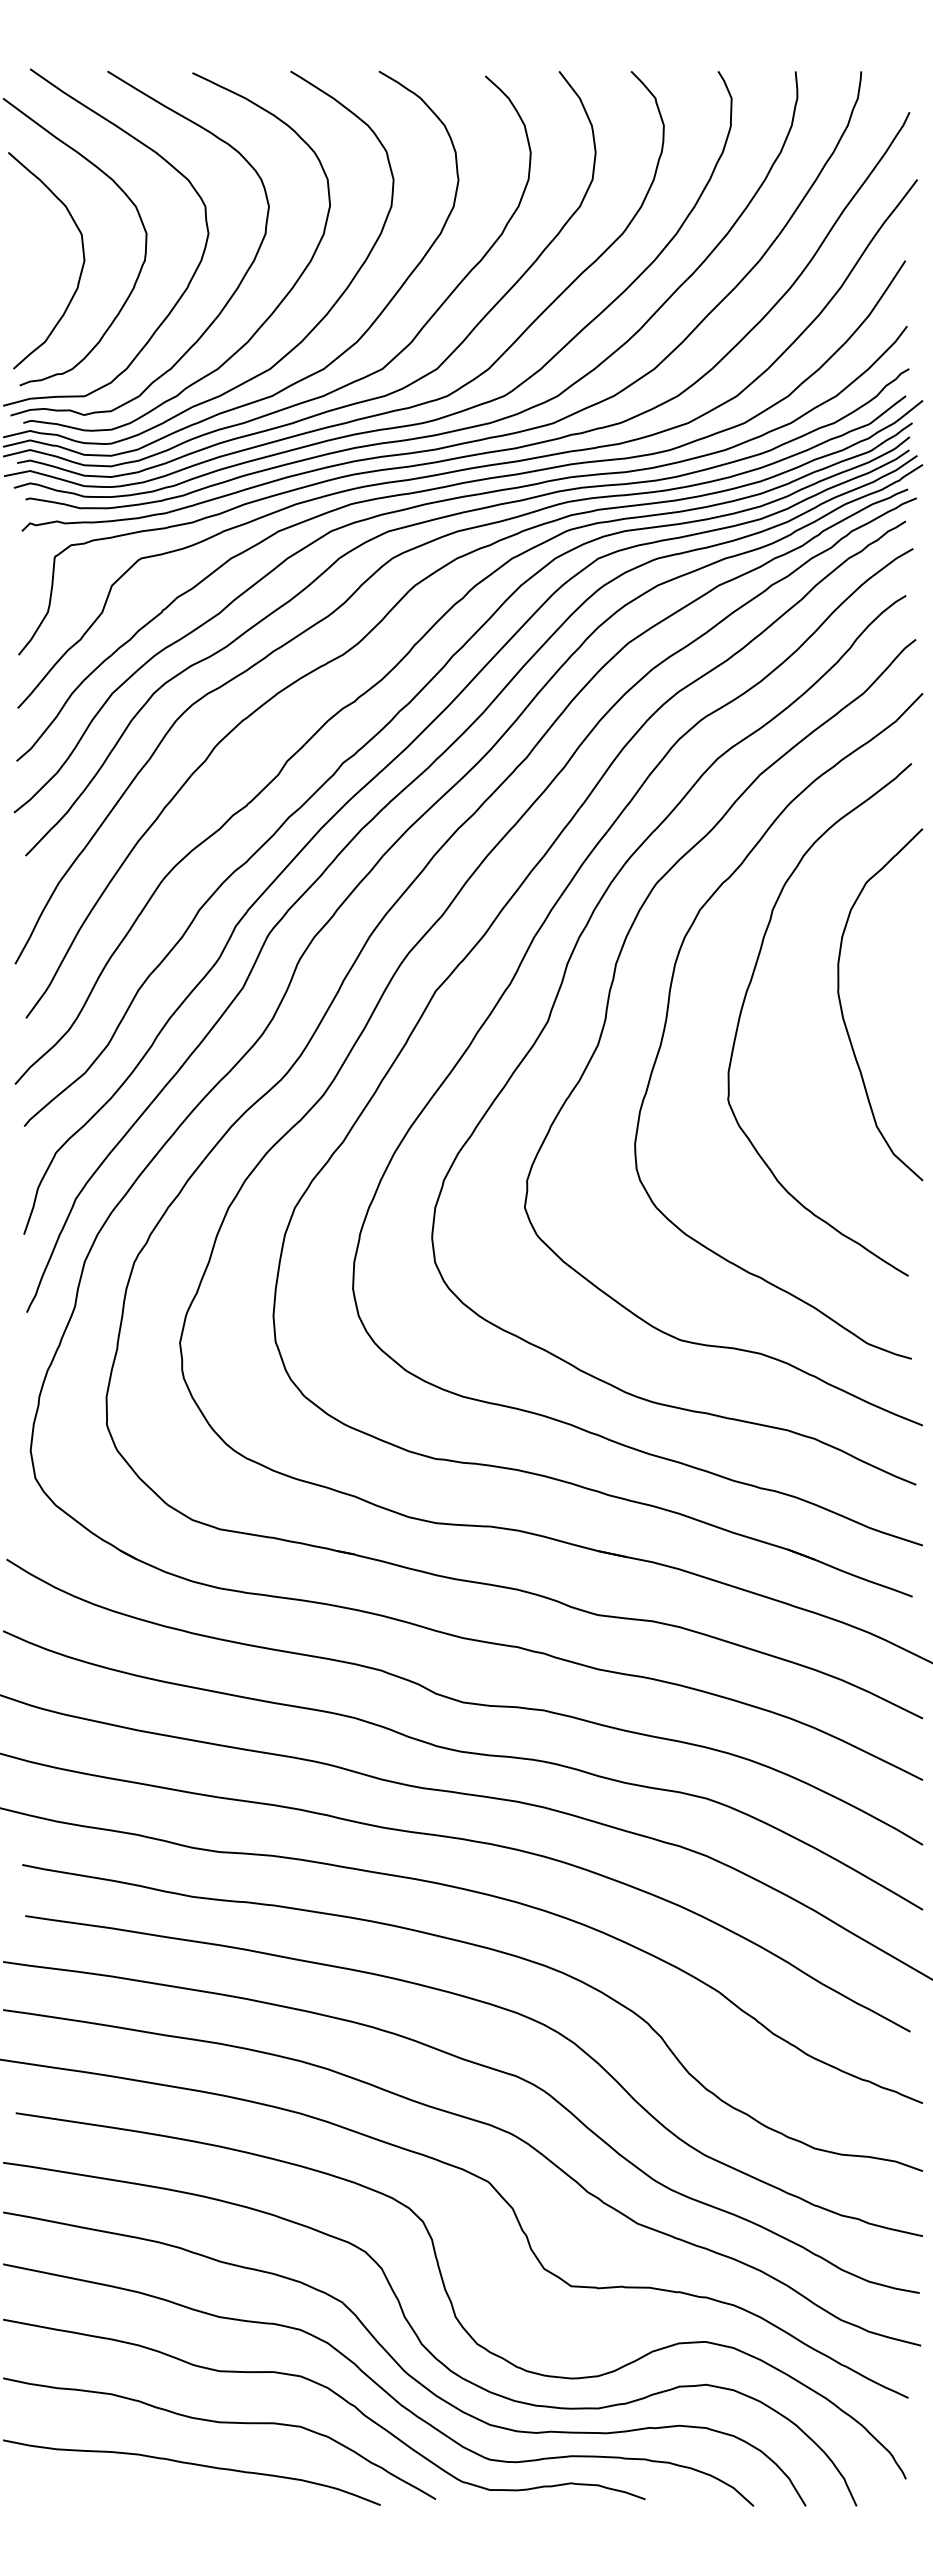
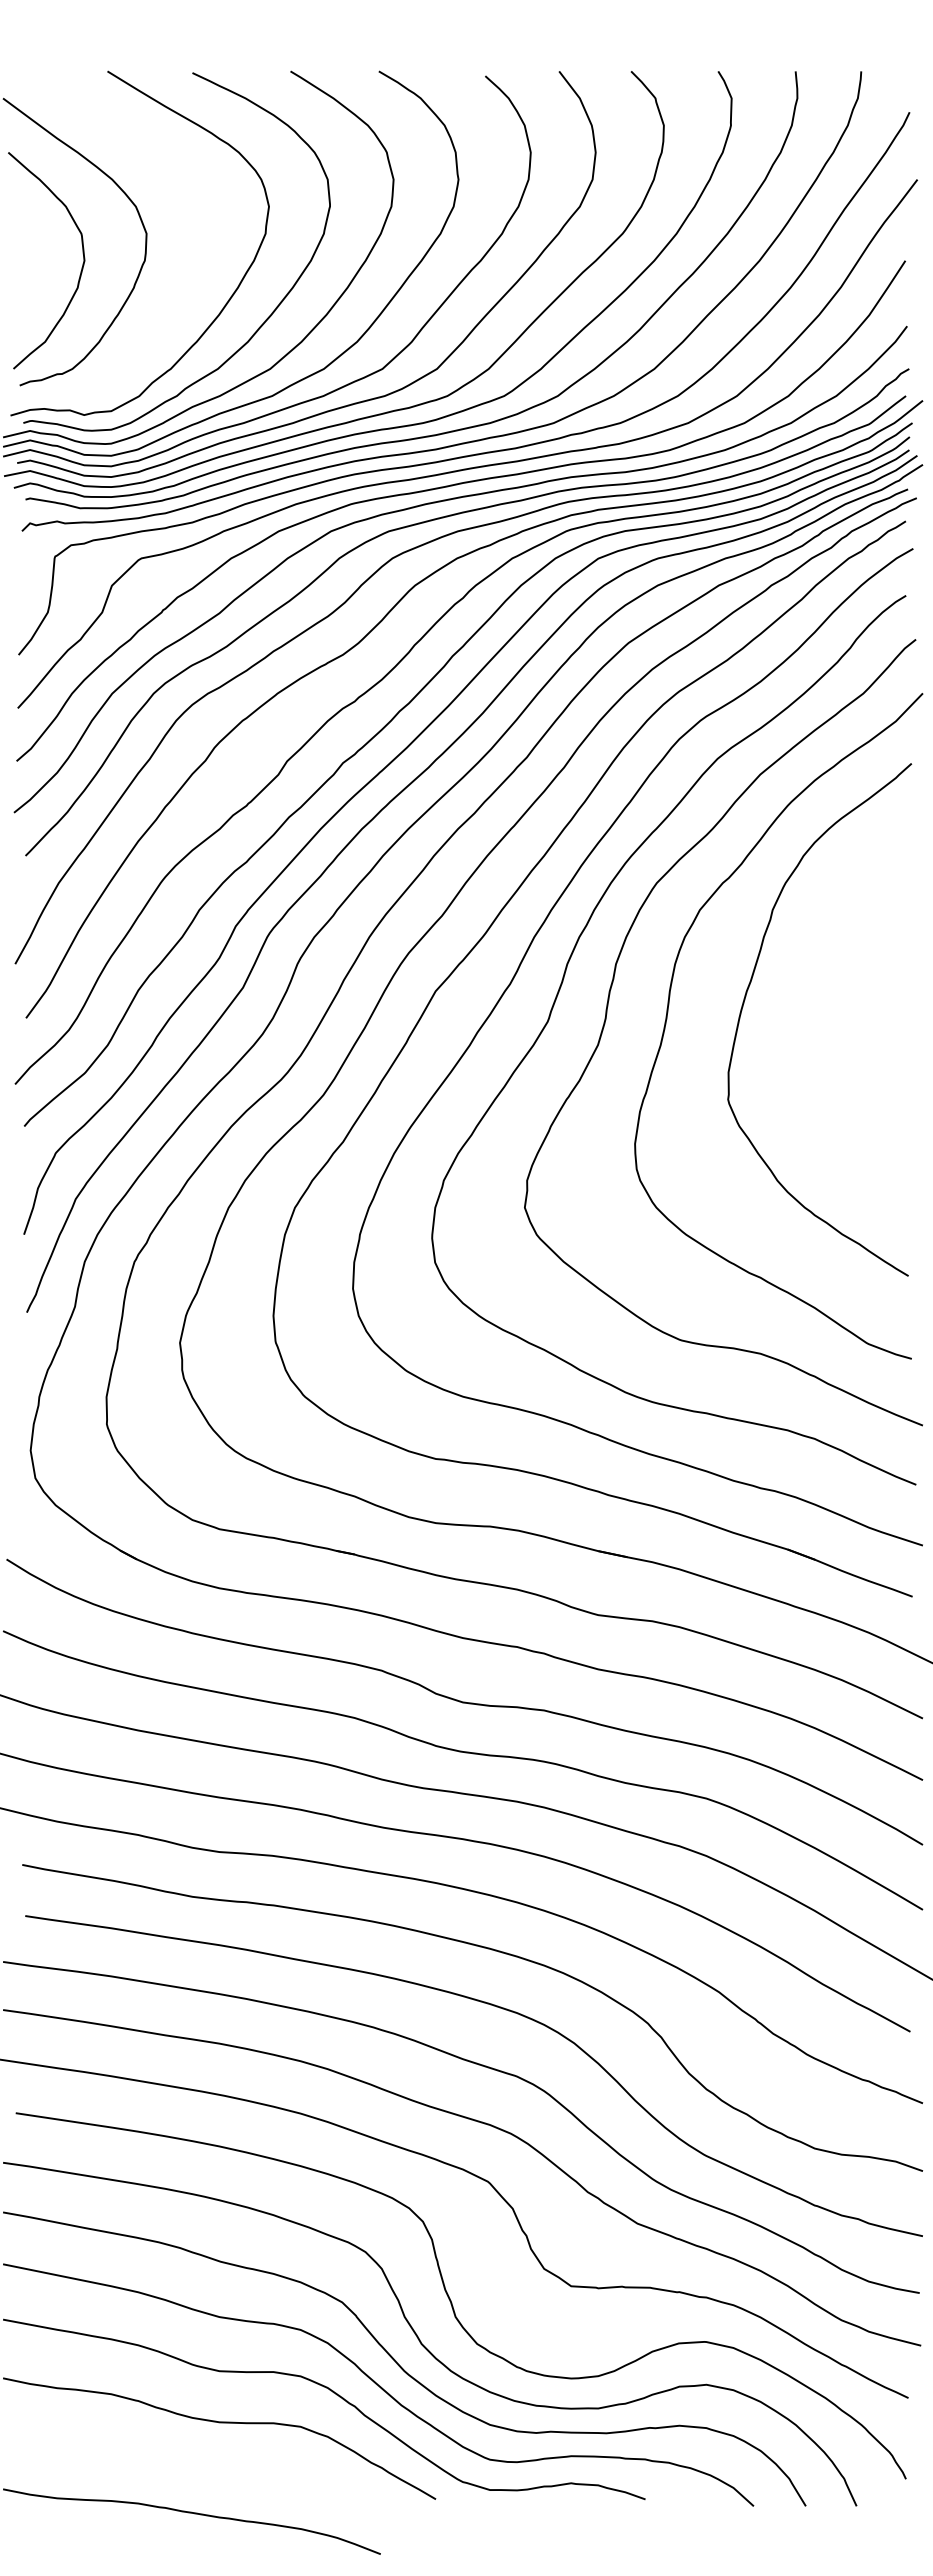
curve at (190, 278): present -> none
curve at (843, 1013): present -> none
curve at (194, 2465) position: (194, 2465) -> (194, 2514)
